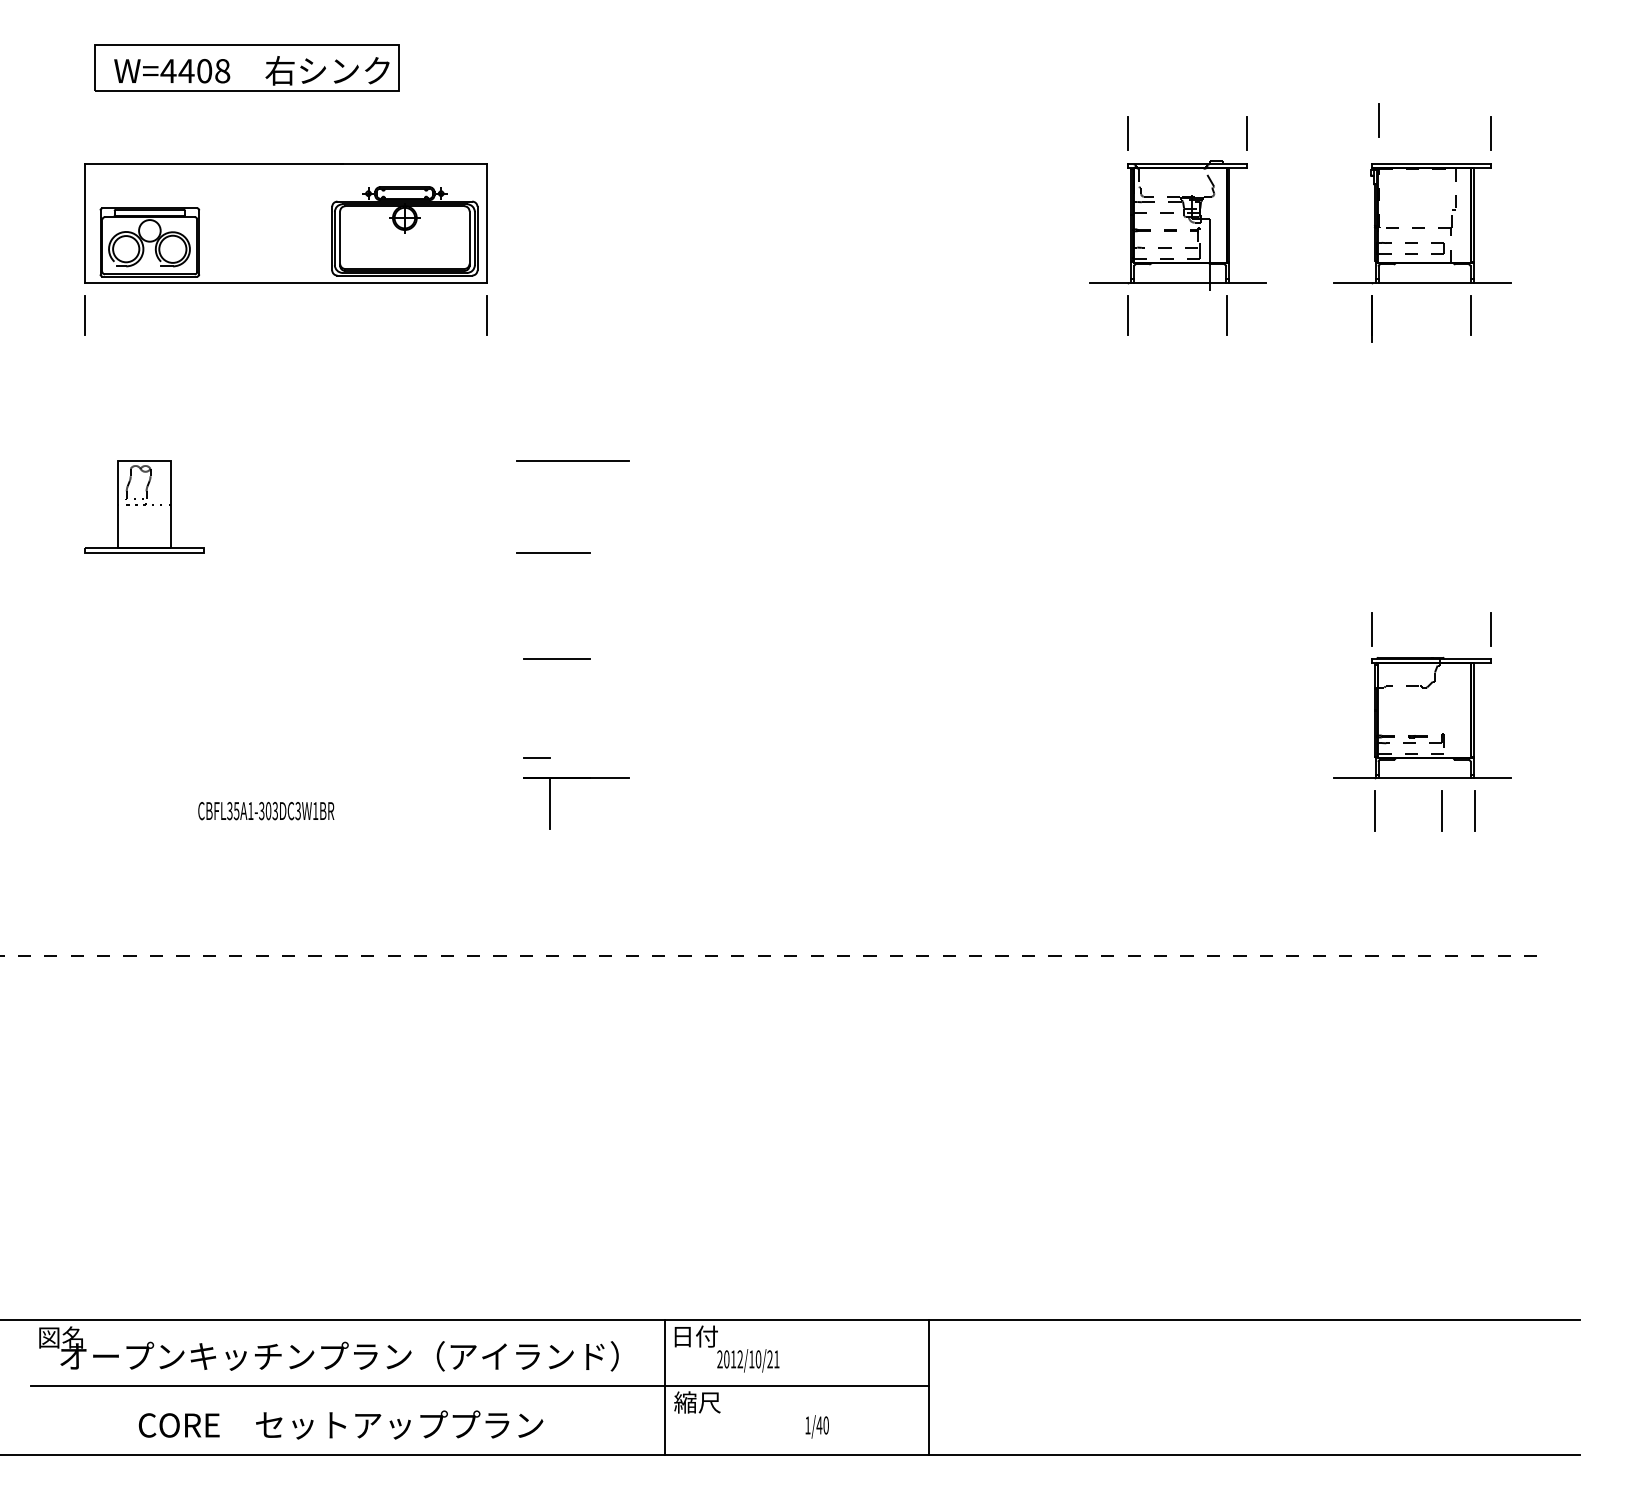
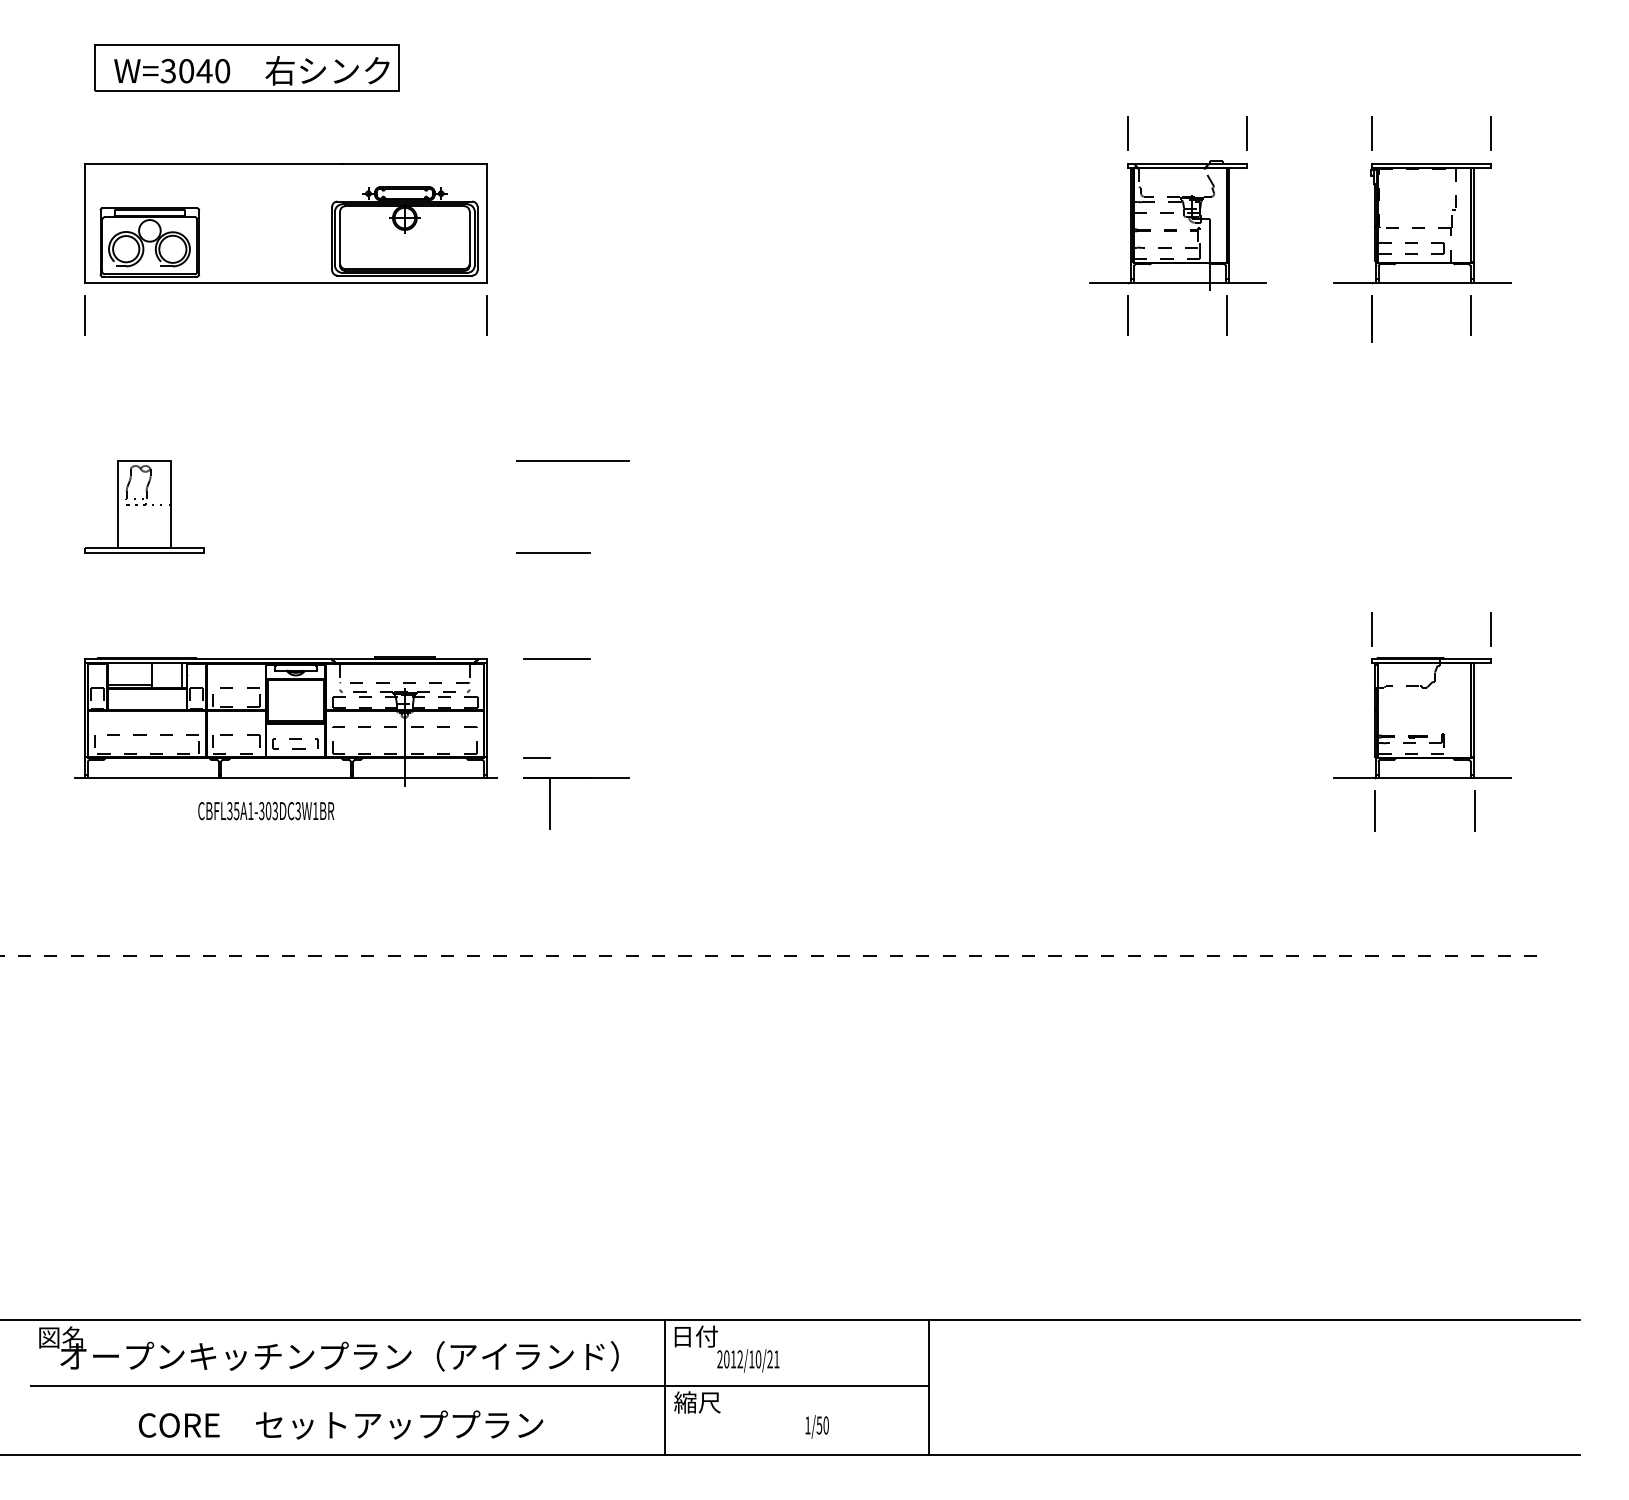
text at (195, 70): W=4408 -> W=3040
line at (1378, 120) position: (1378, 120) -> (1371, 133)
part at (285, 721): none -> present
line at (1441, 810): present -> none
text at (819, 1425): 1/40 -> 1/50
